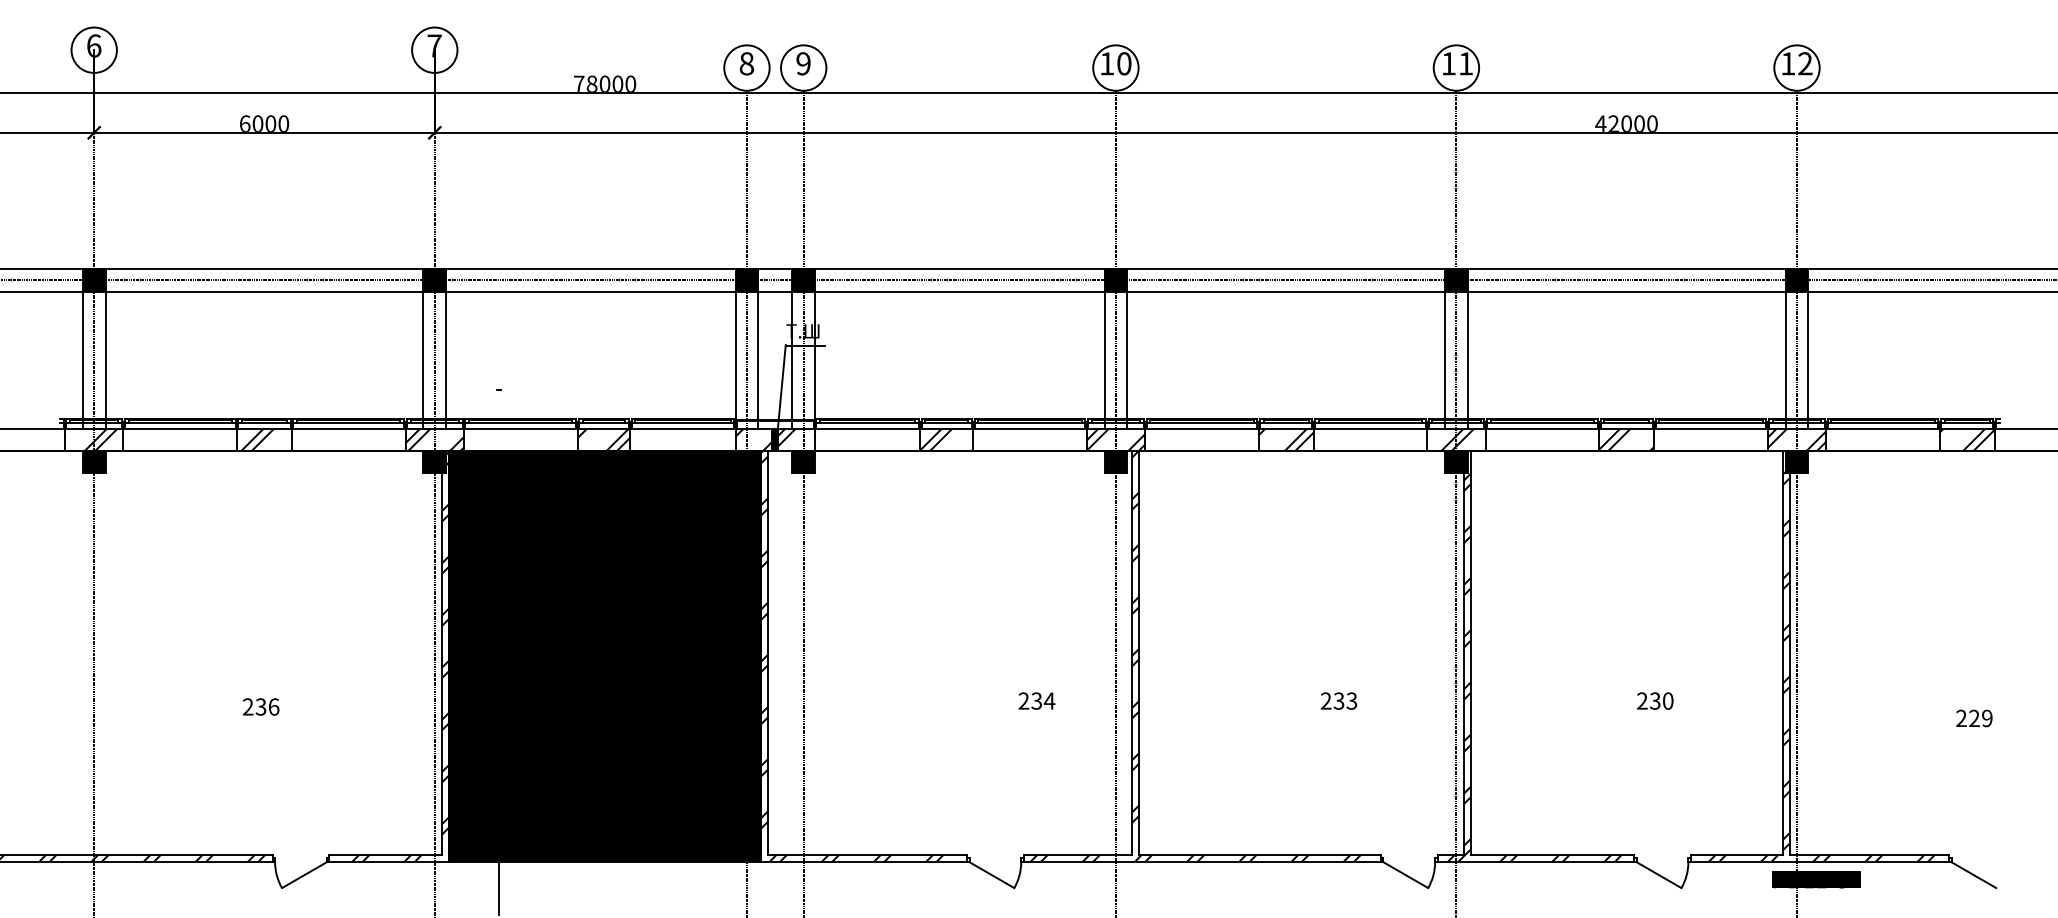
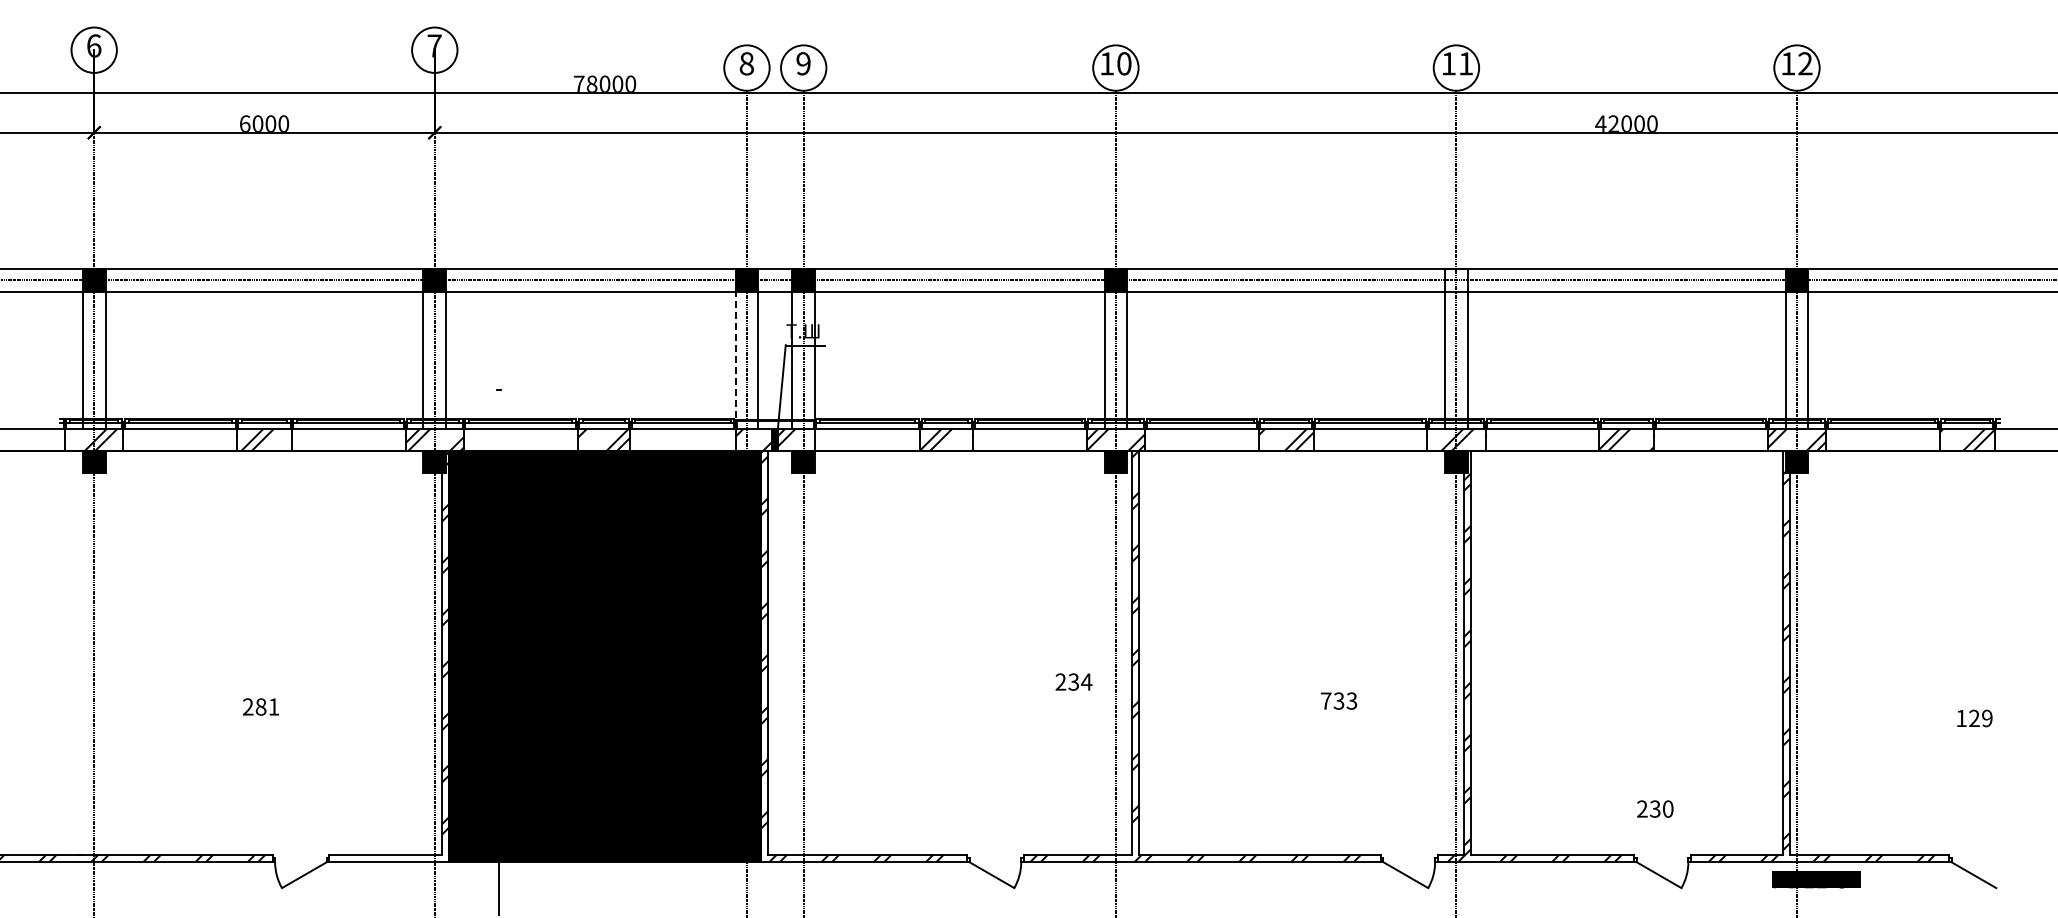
fill at (1456, 280): present -> none
line at (735, 360): solid -> dashed
text at (1036, 700) position: (1036, 700) -> (1073, 681)
text at (1325, 700): 233 -> 733
text at (1655, 700) position: (1655, 700) -> (1655, 808)
text at (267, 706): 236 -> 281
text at (1961, 717): 229 -> 129
hatch at (386, 858): present -> none
